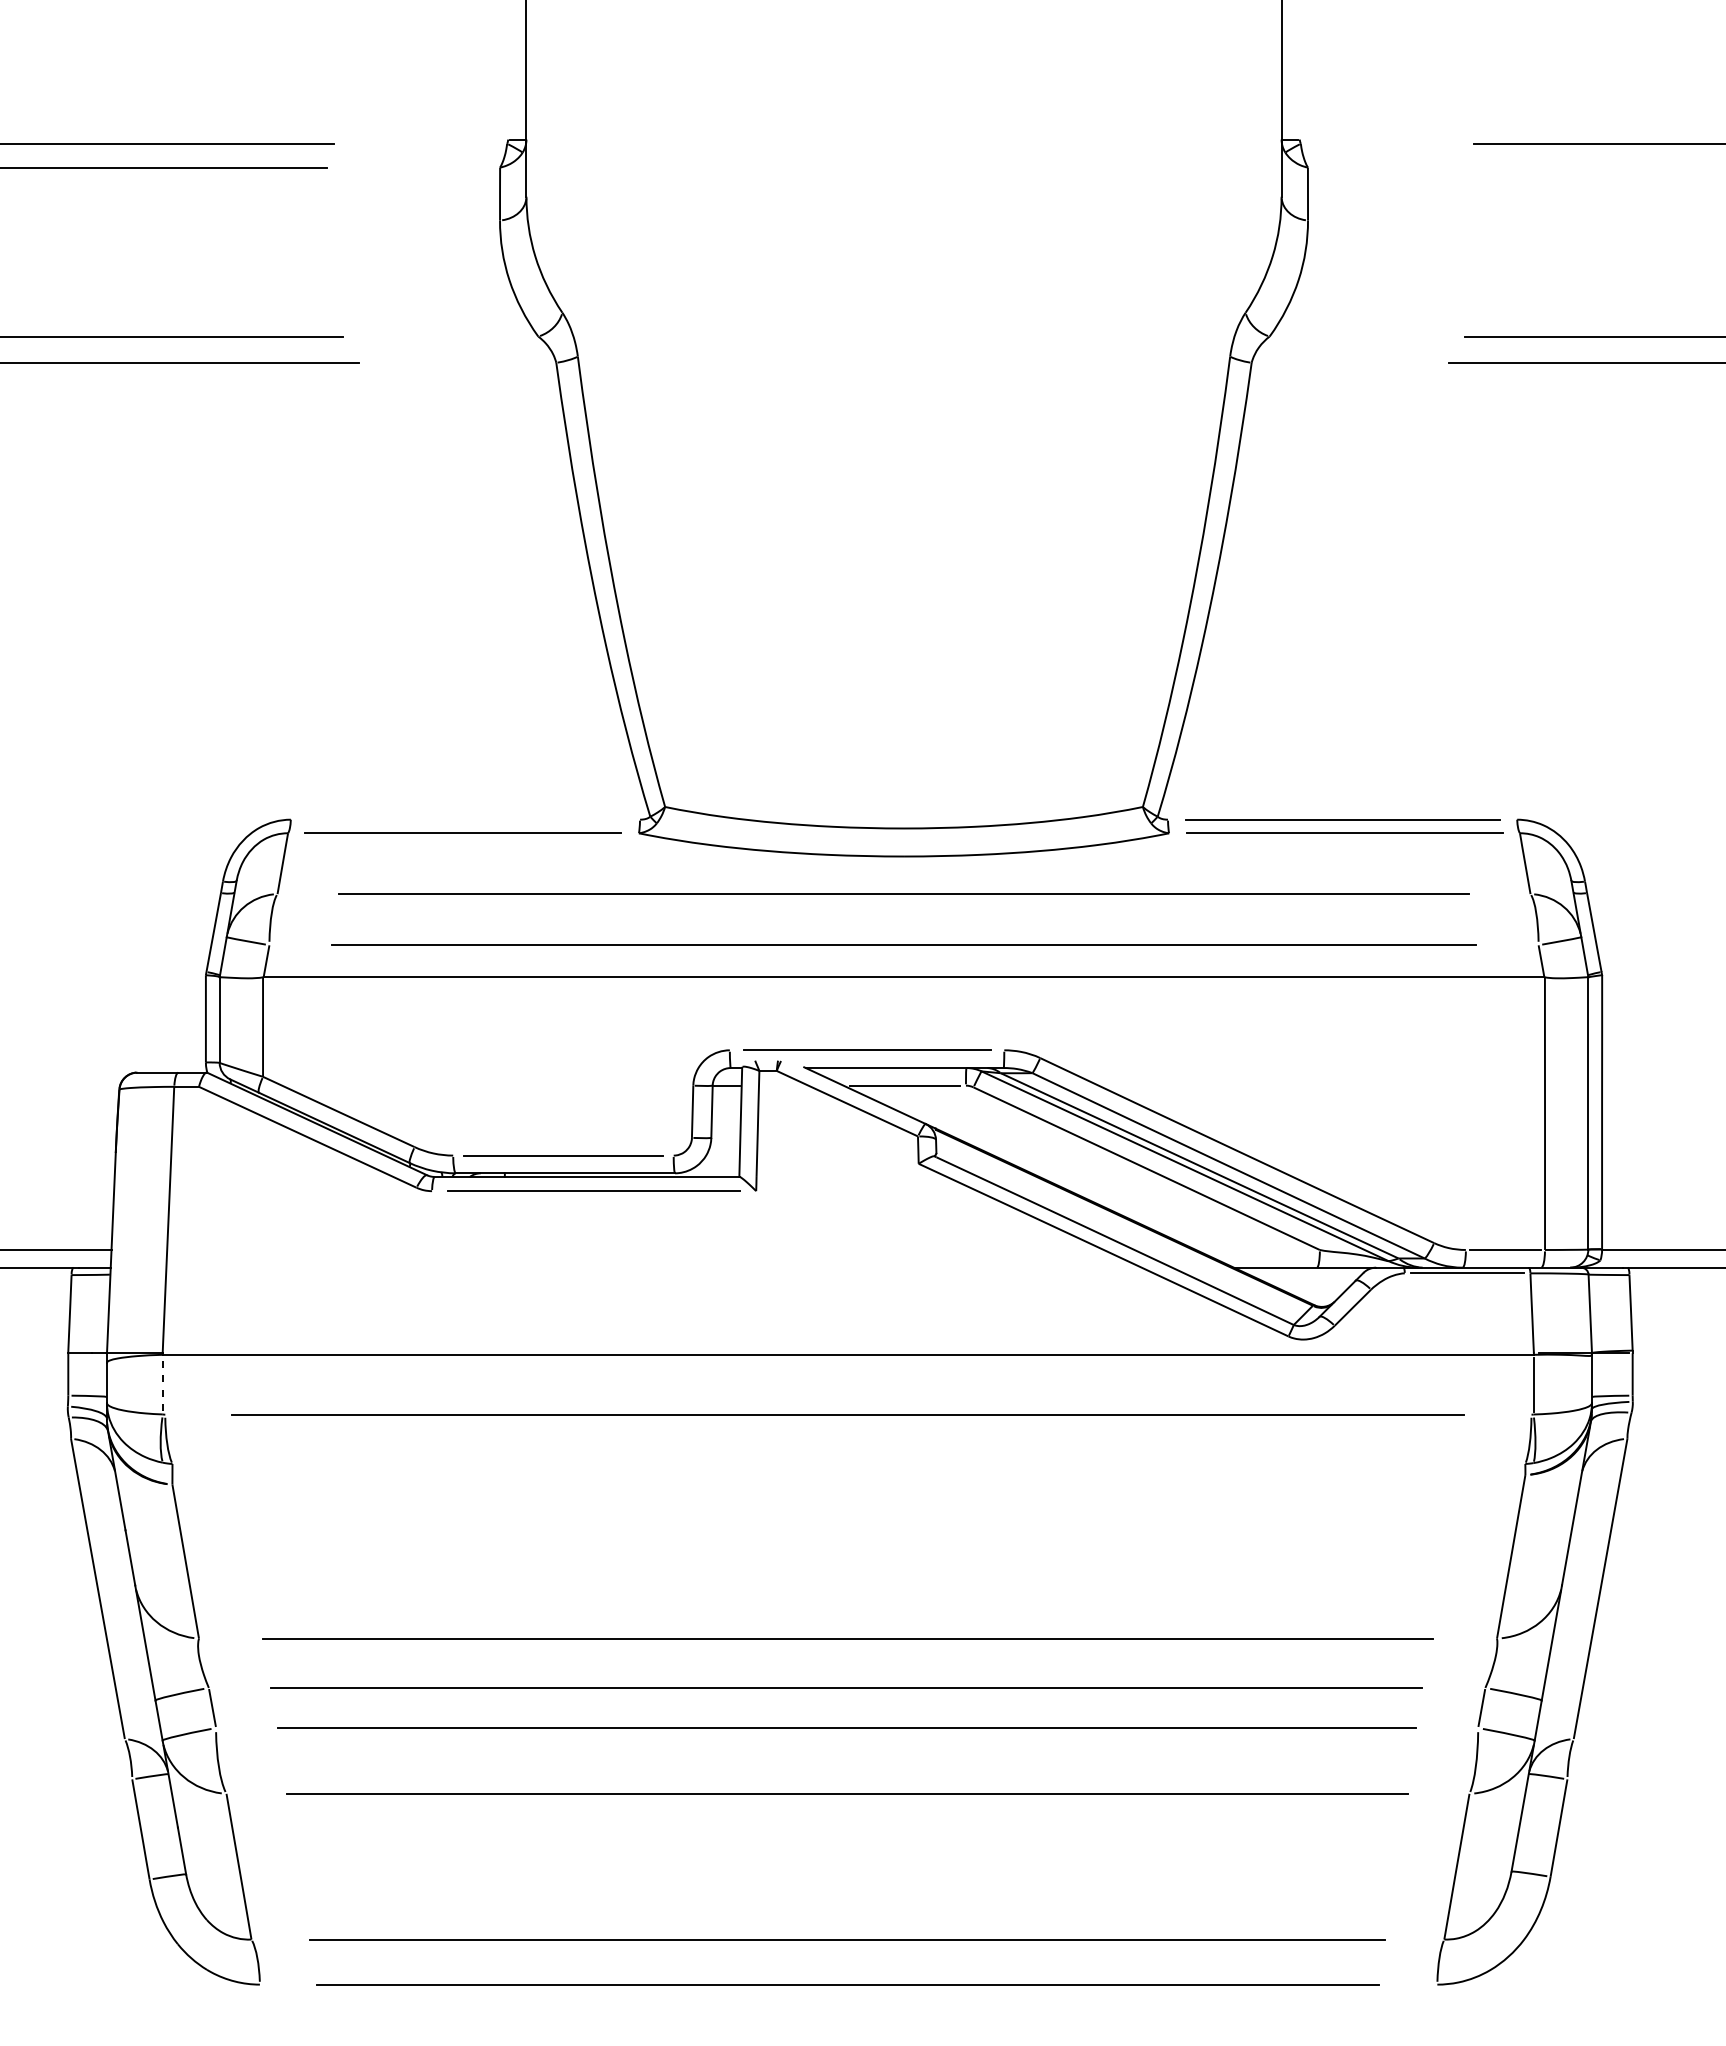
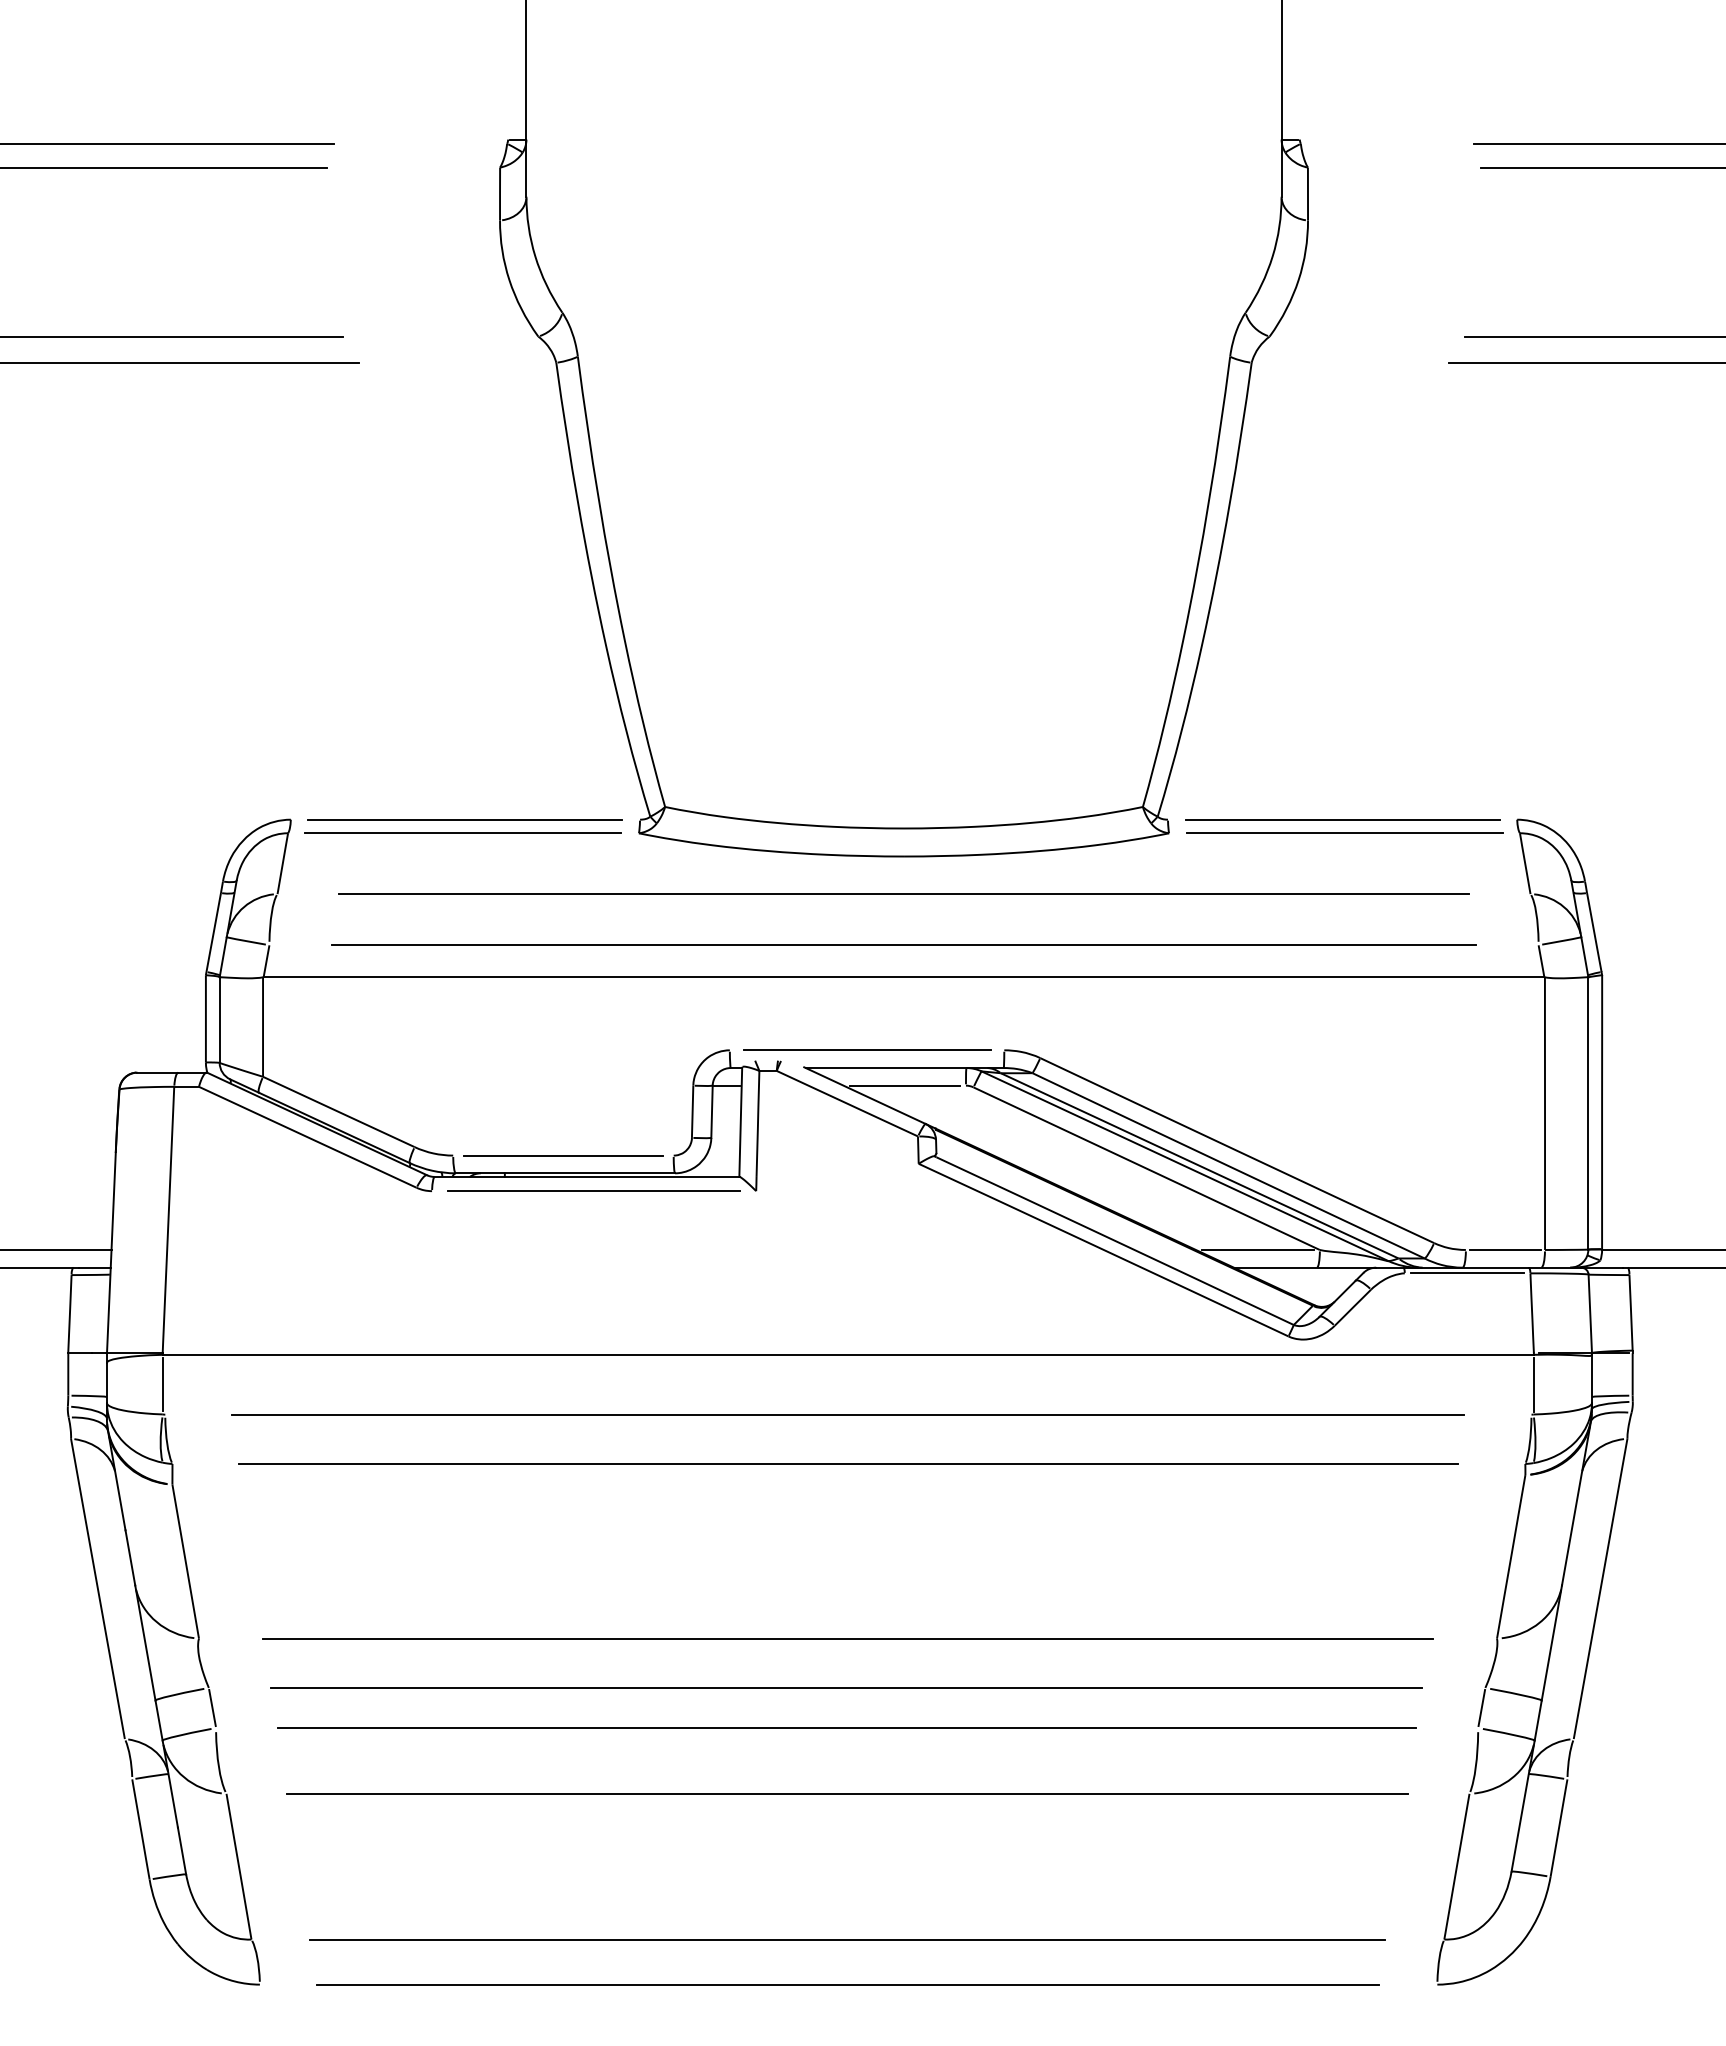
line at (1601, 167): none -> present
line at (464, 819): none -> present
line at (1257, 1249): none -> present
line at (162, 1384): dashed -> solid
line at (848, 1463): none -> present
